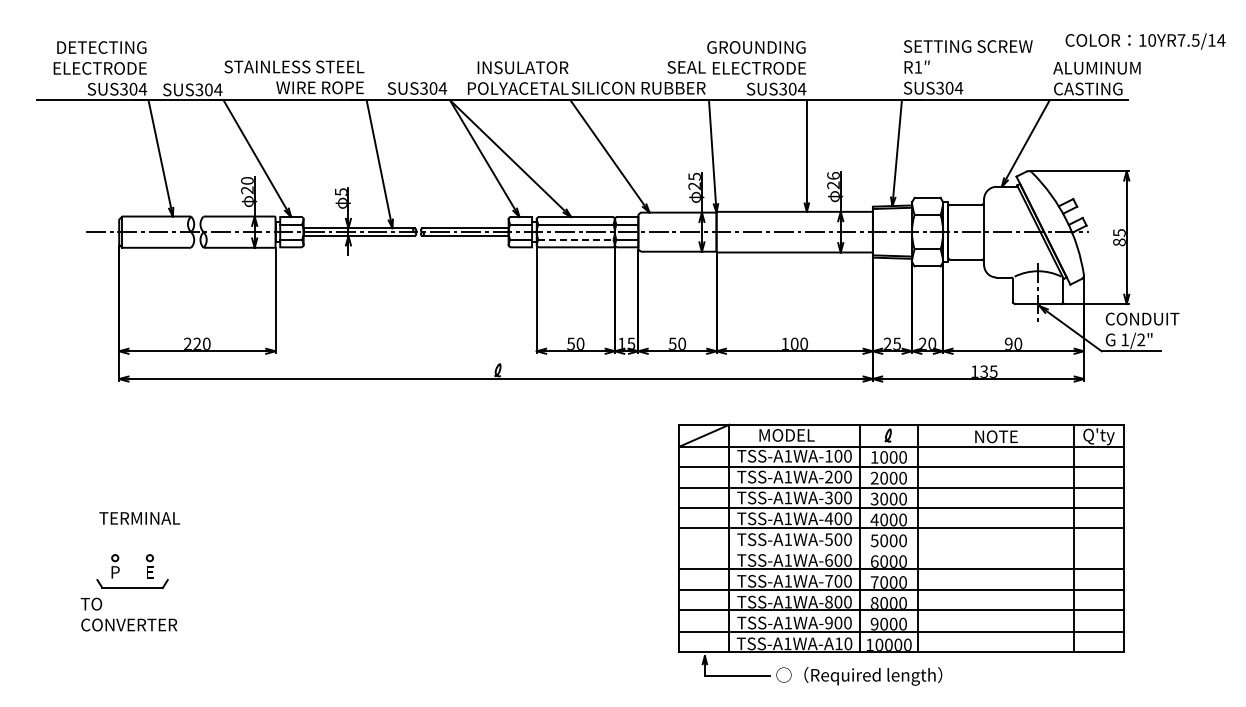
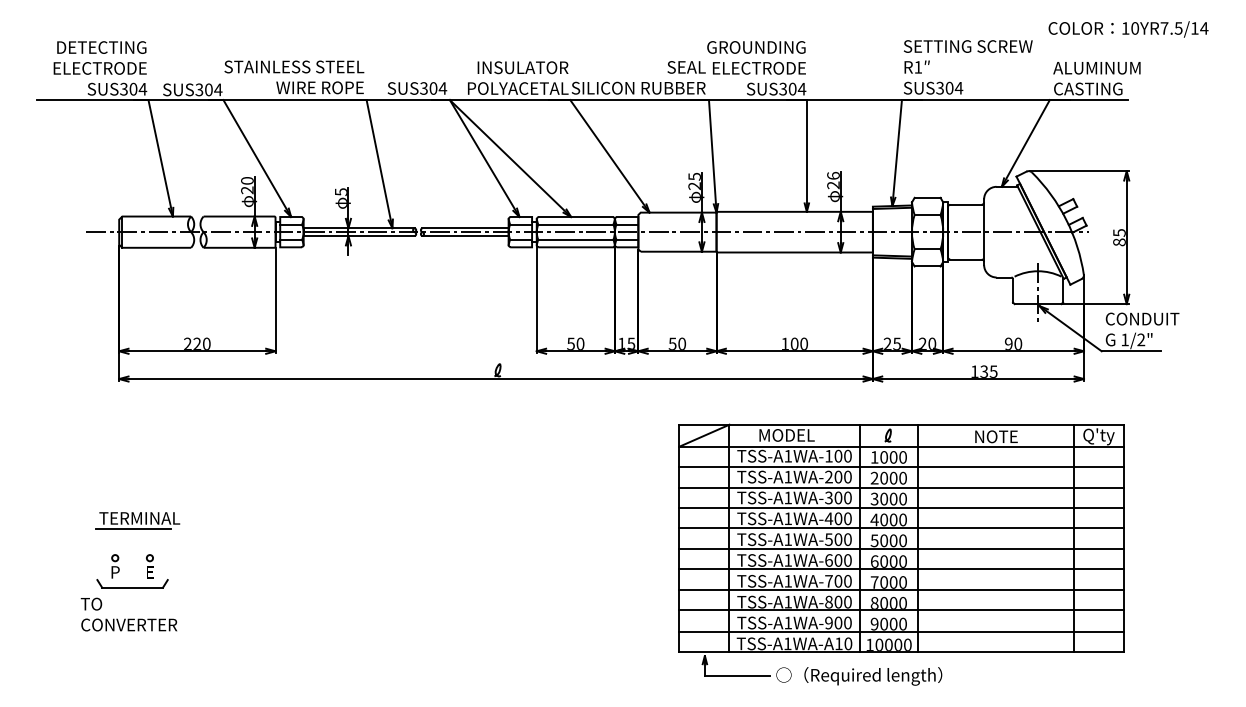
text at (1145, 41) position: (1145, 41) -> (1128, 29)
line at (575, 239): dashed -> solid
line at (133, 528): none -> present
line at (901, 548): none -> present
